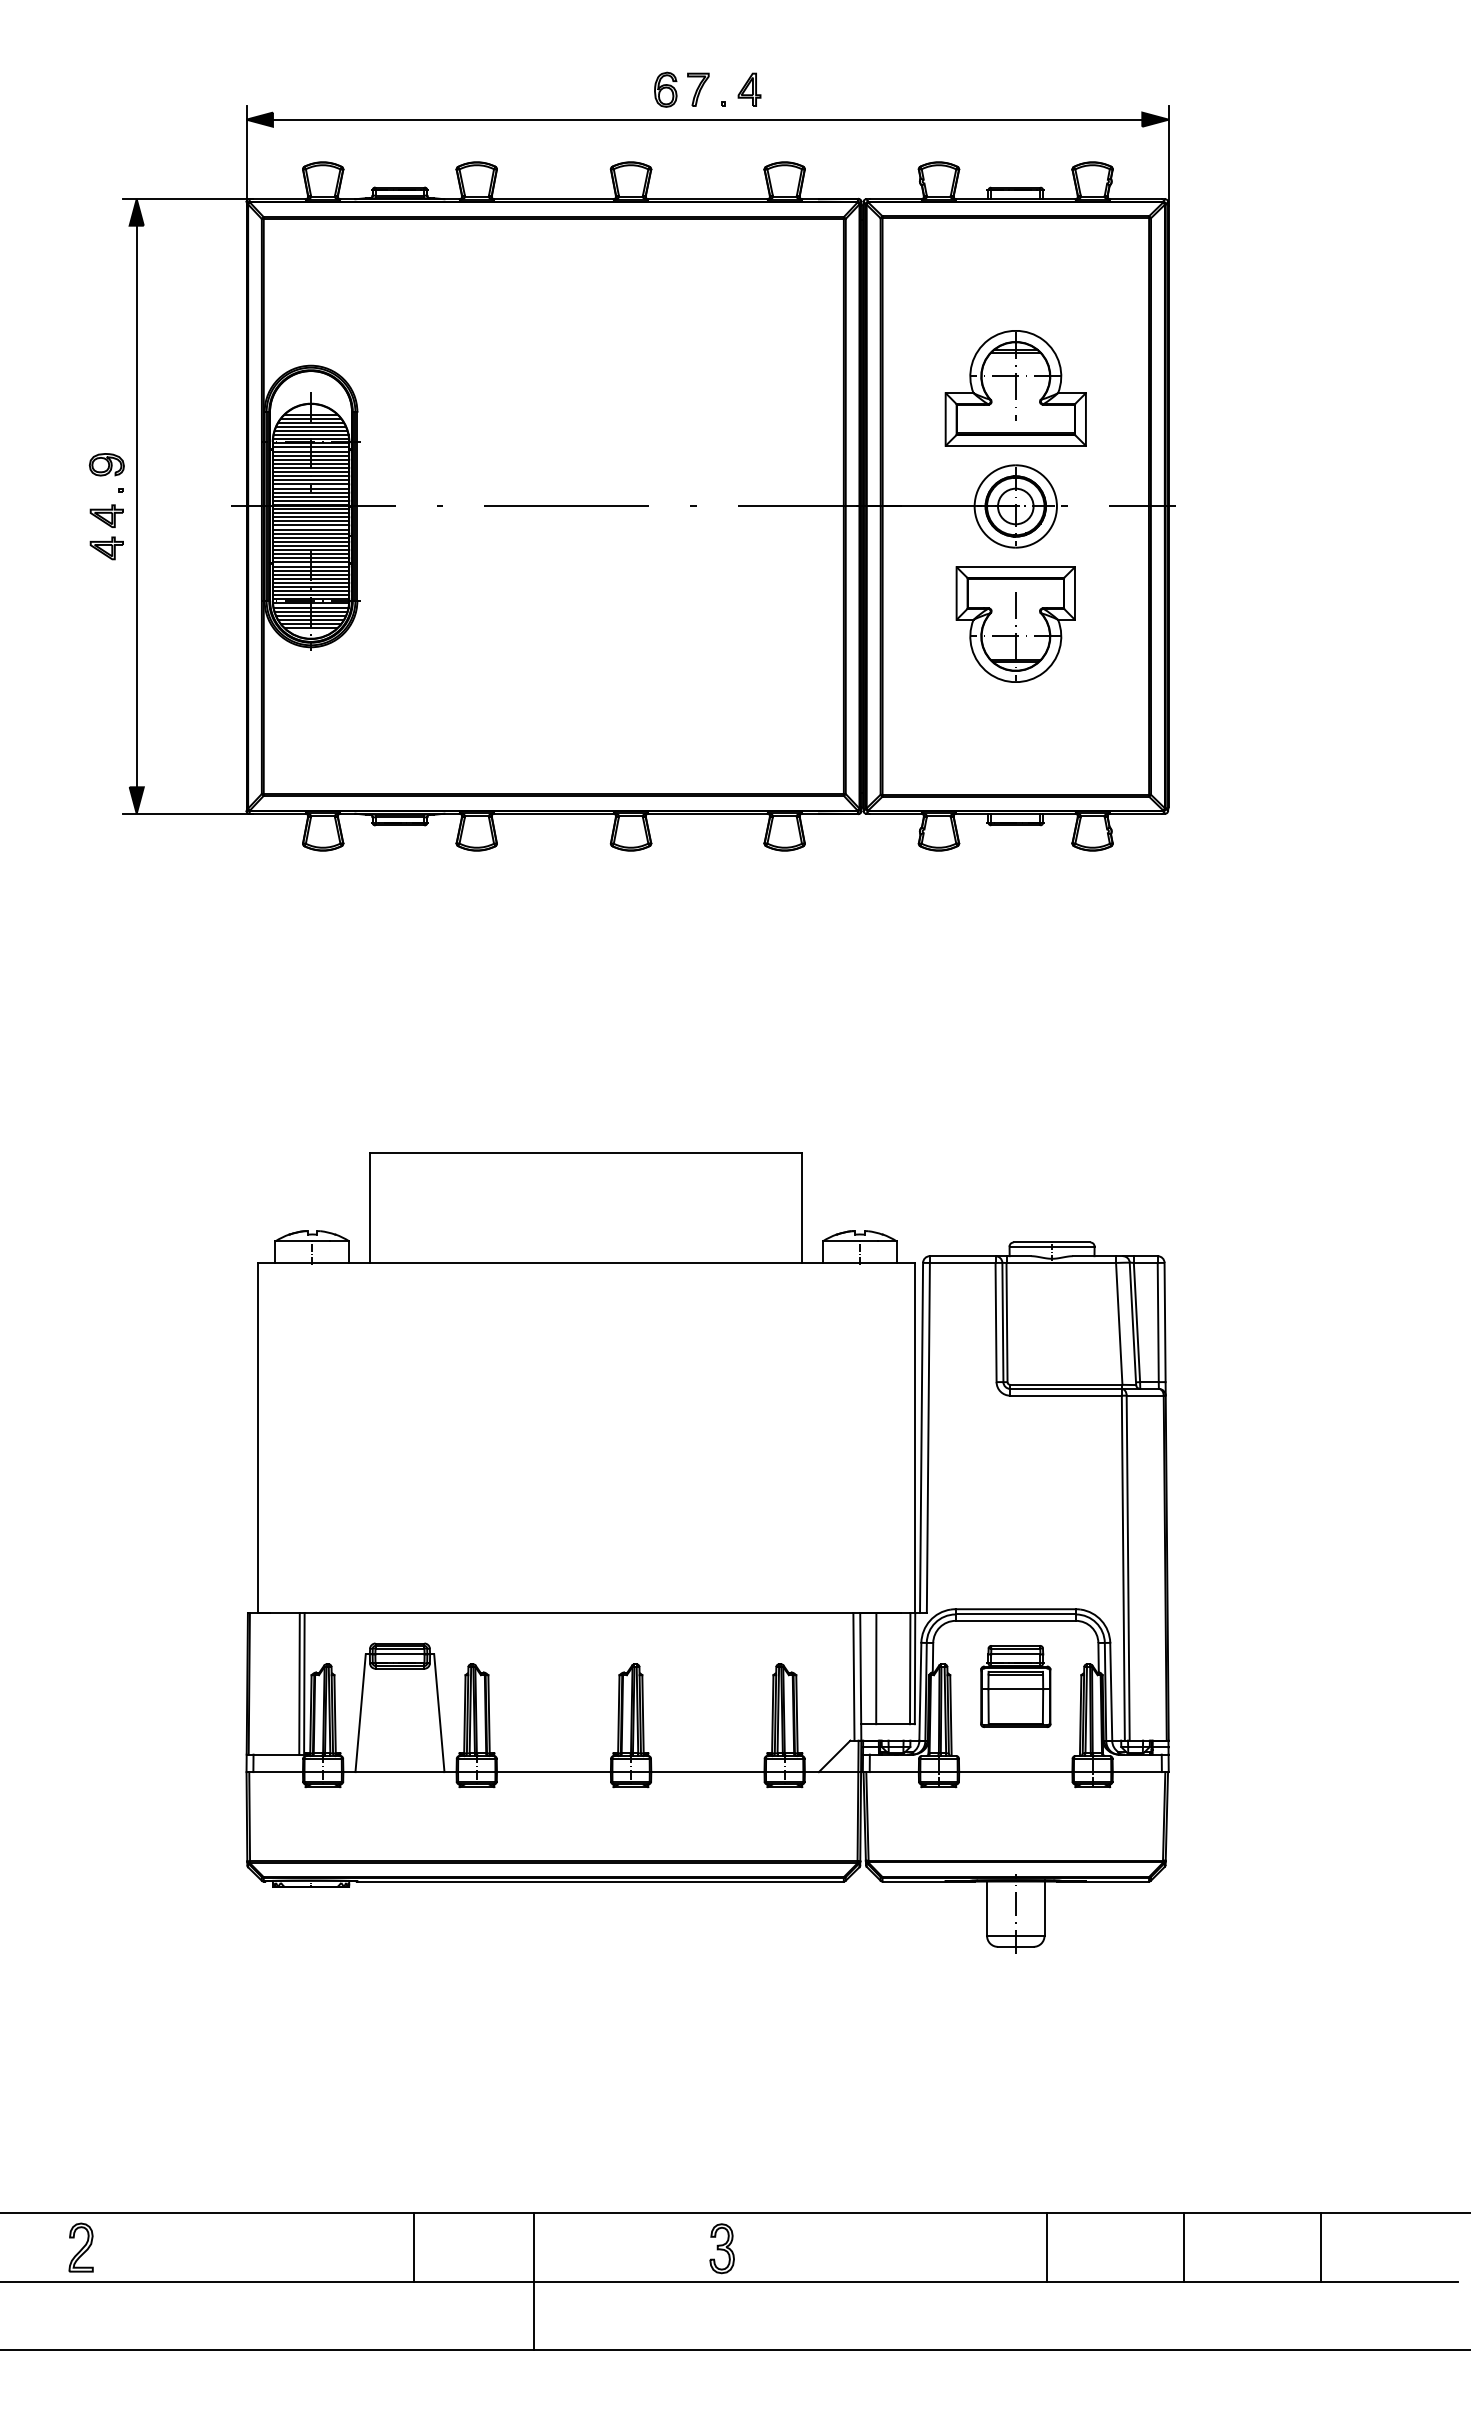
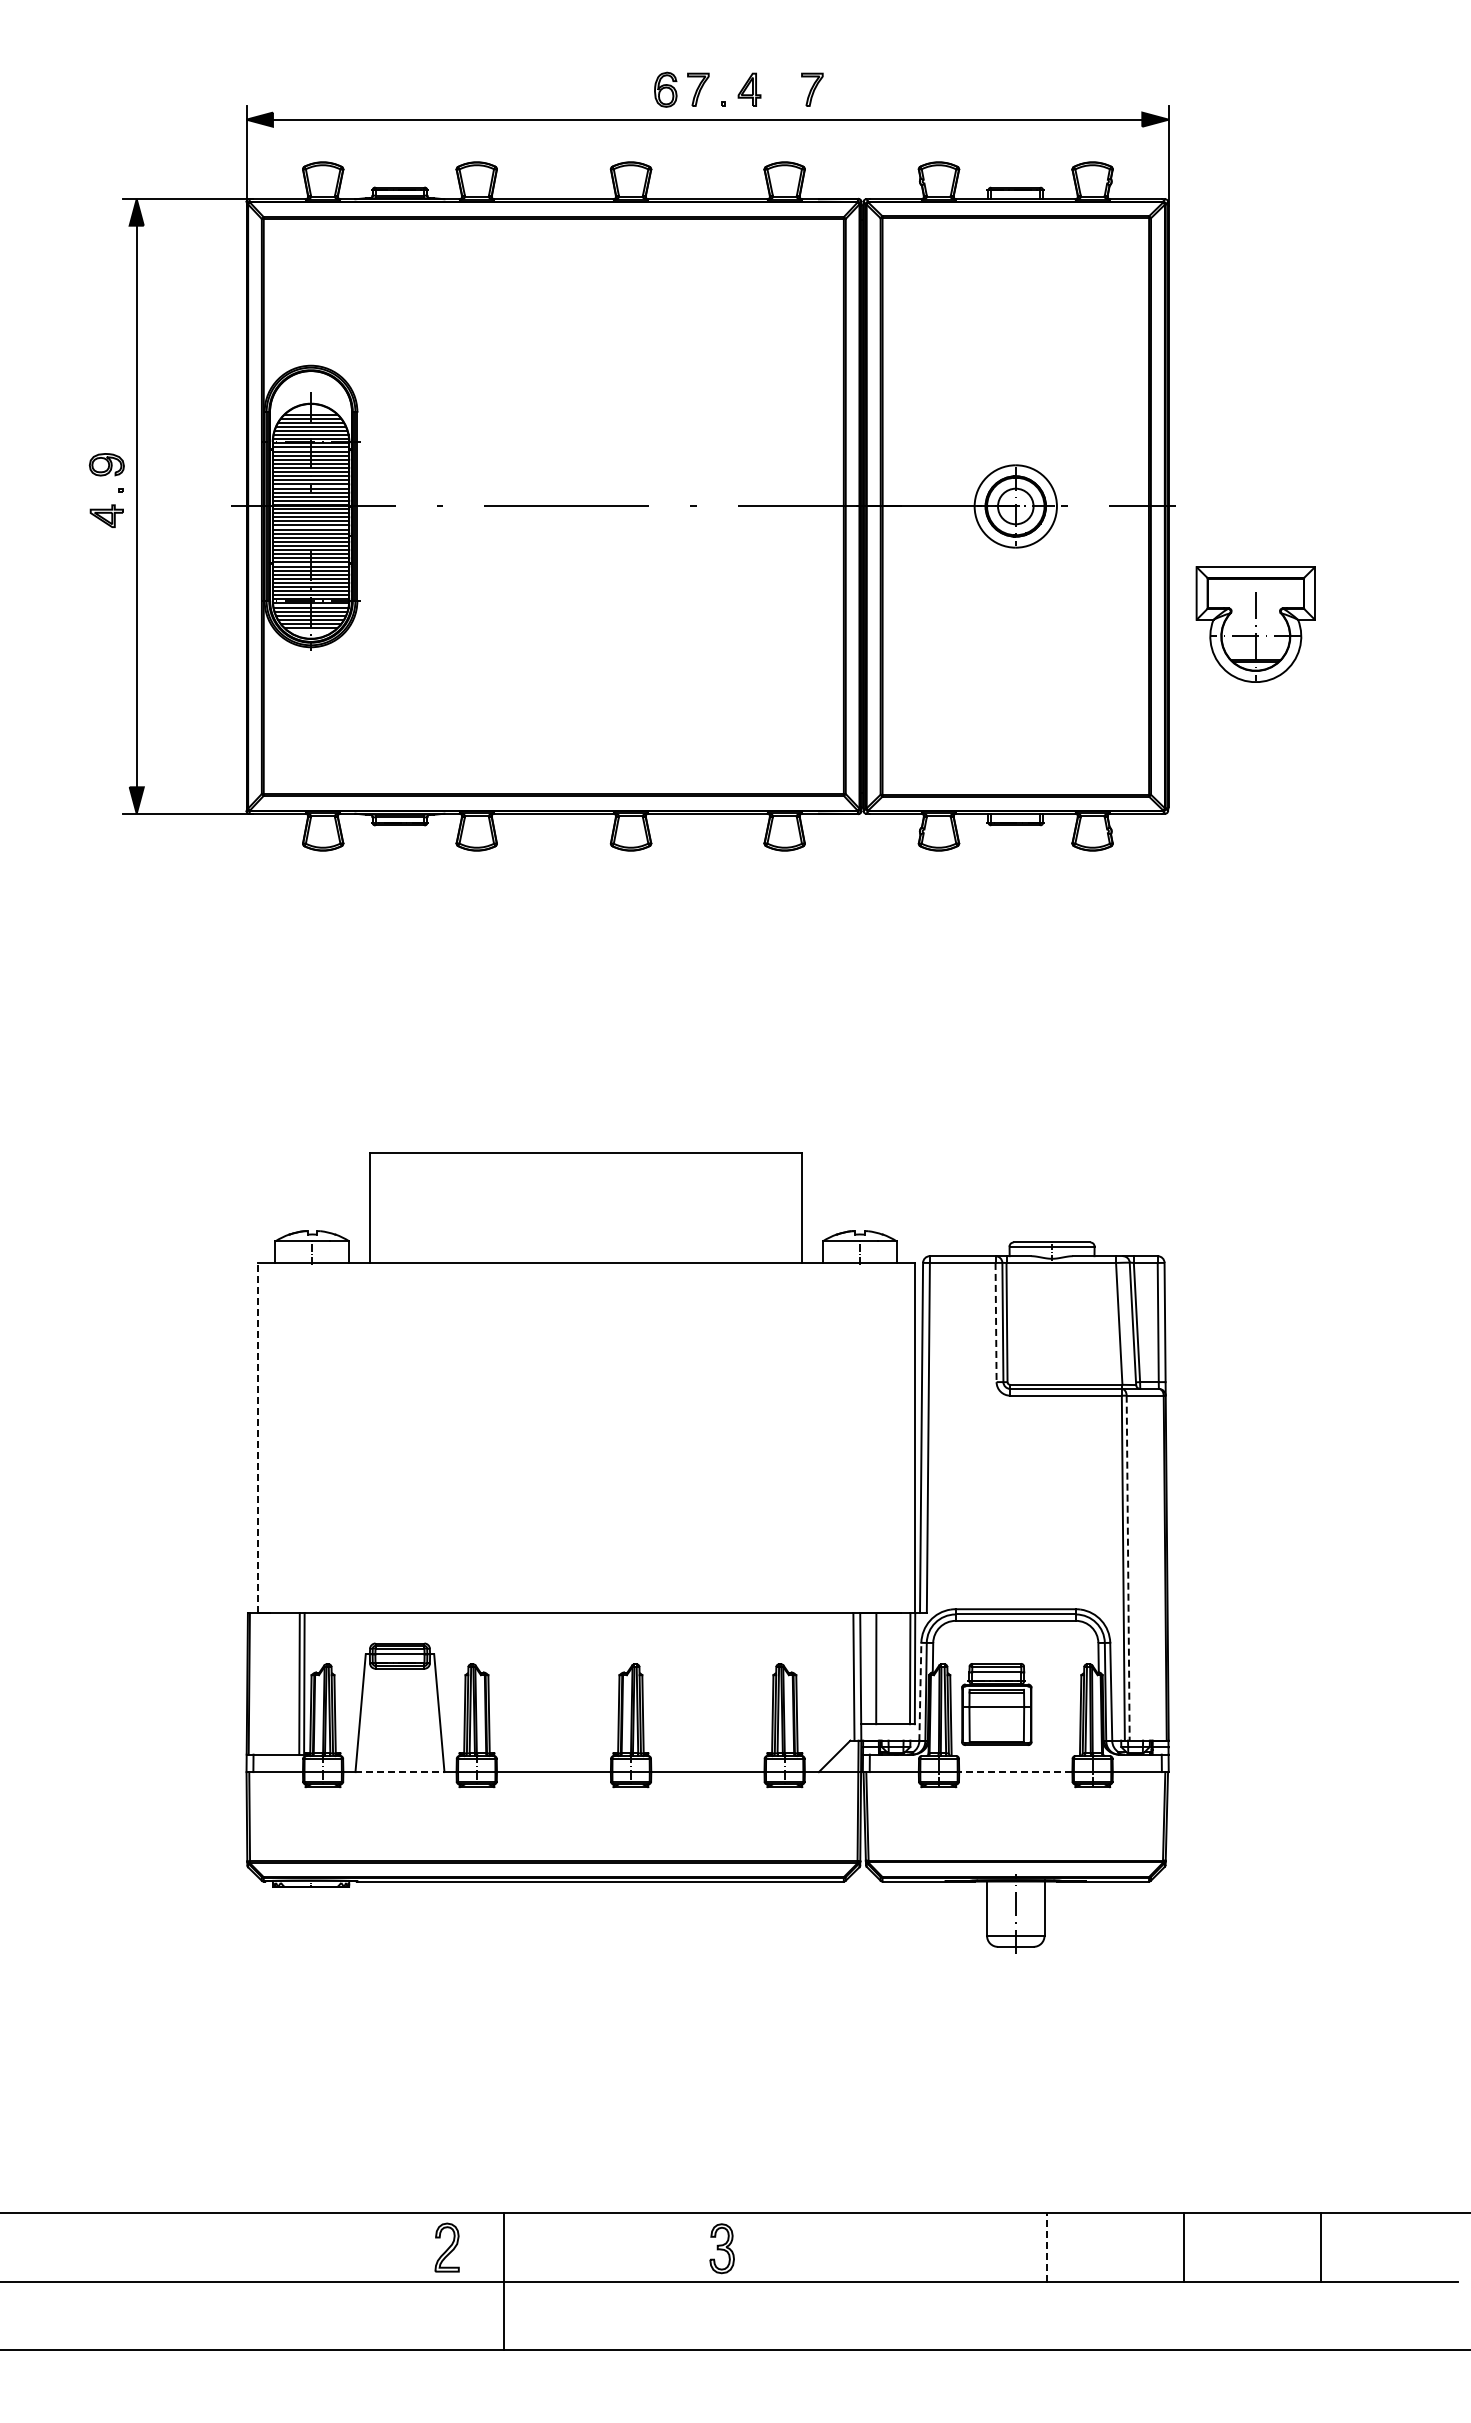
part at (812, 89): none -> present
part at (1015, 388): present -> none
part at (106, 548): present -> none
part at (1015, 624) position: (1015, 624) -> (1255, 624)
line at (996, 1322): solid -> dashed
line at (257, 1437): solid -> dashed
line at (1128, 1568): solid -> dashed
part at (1015, 1686) position: (1015, 1686) -> (996, 1704)
line at (920, 1691): solid -> dashed
line at (399, 1772): solid -> dashed
line at (1015, 1772): solid -> dashed
part at (80, 2247) position: (80, 2247) -> (446, 2247)
line at (414, 2247): present -> none
line at (1047, 2247): solid -> dashed
line at (534, 2281) position: (534, 2281) -> (504, 2281)
